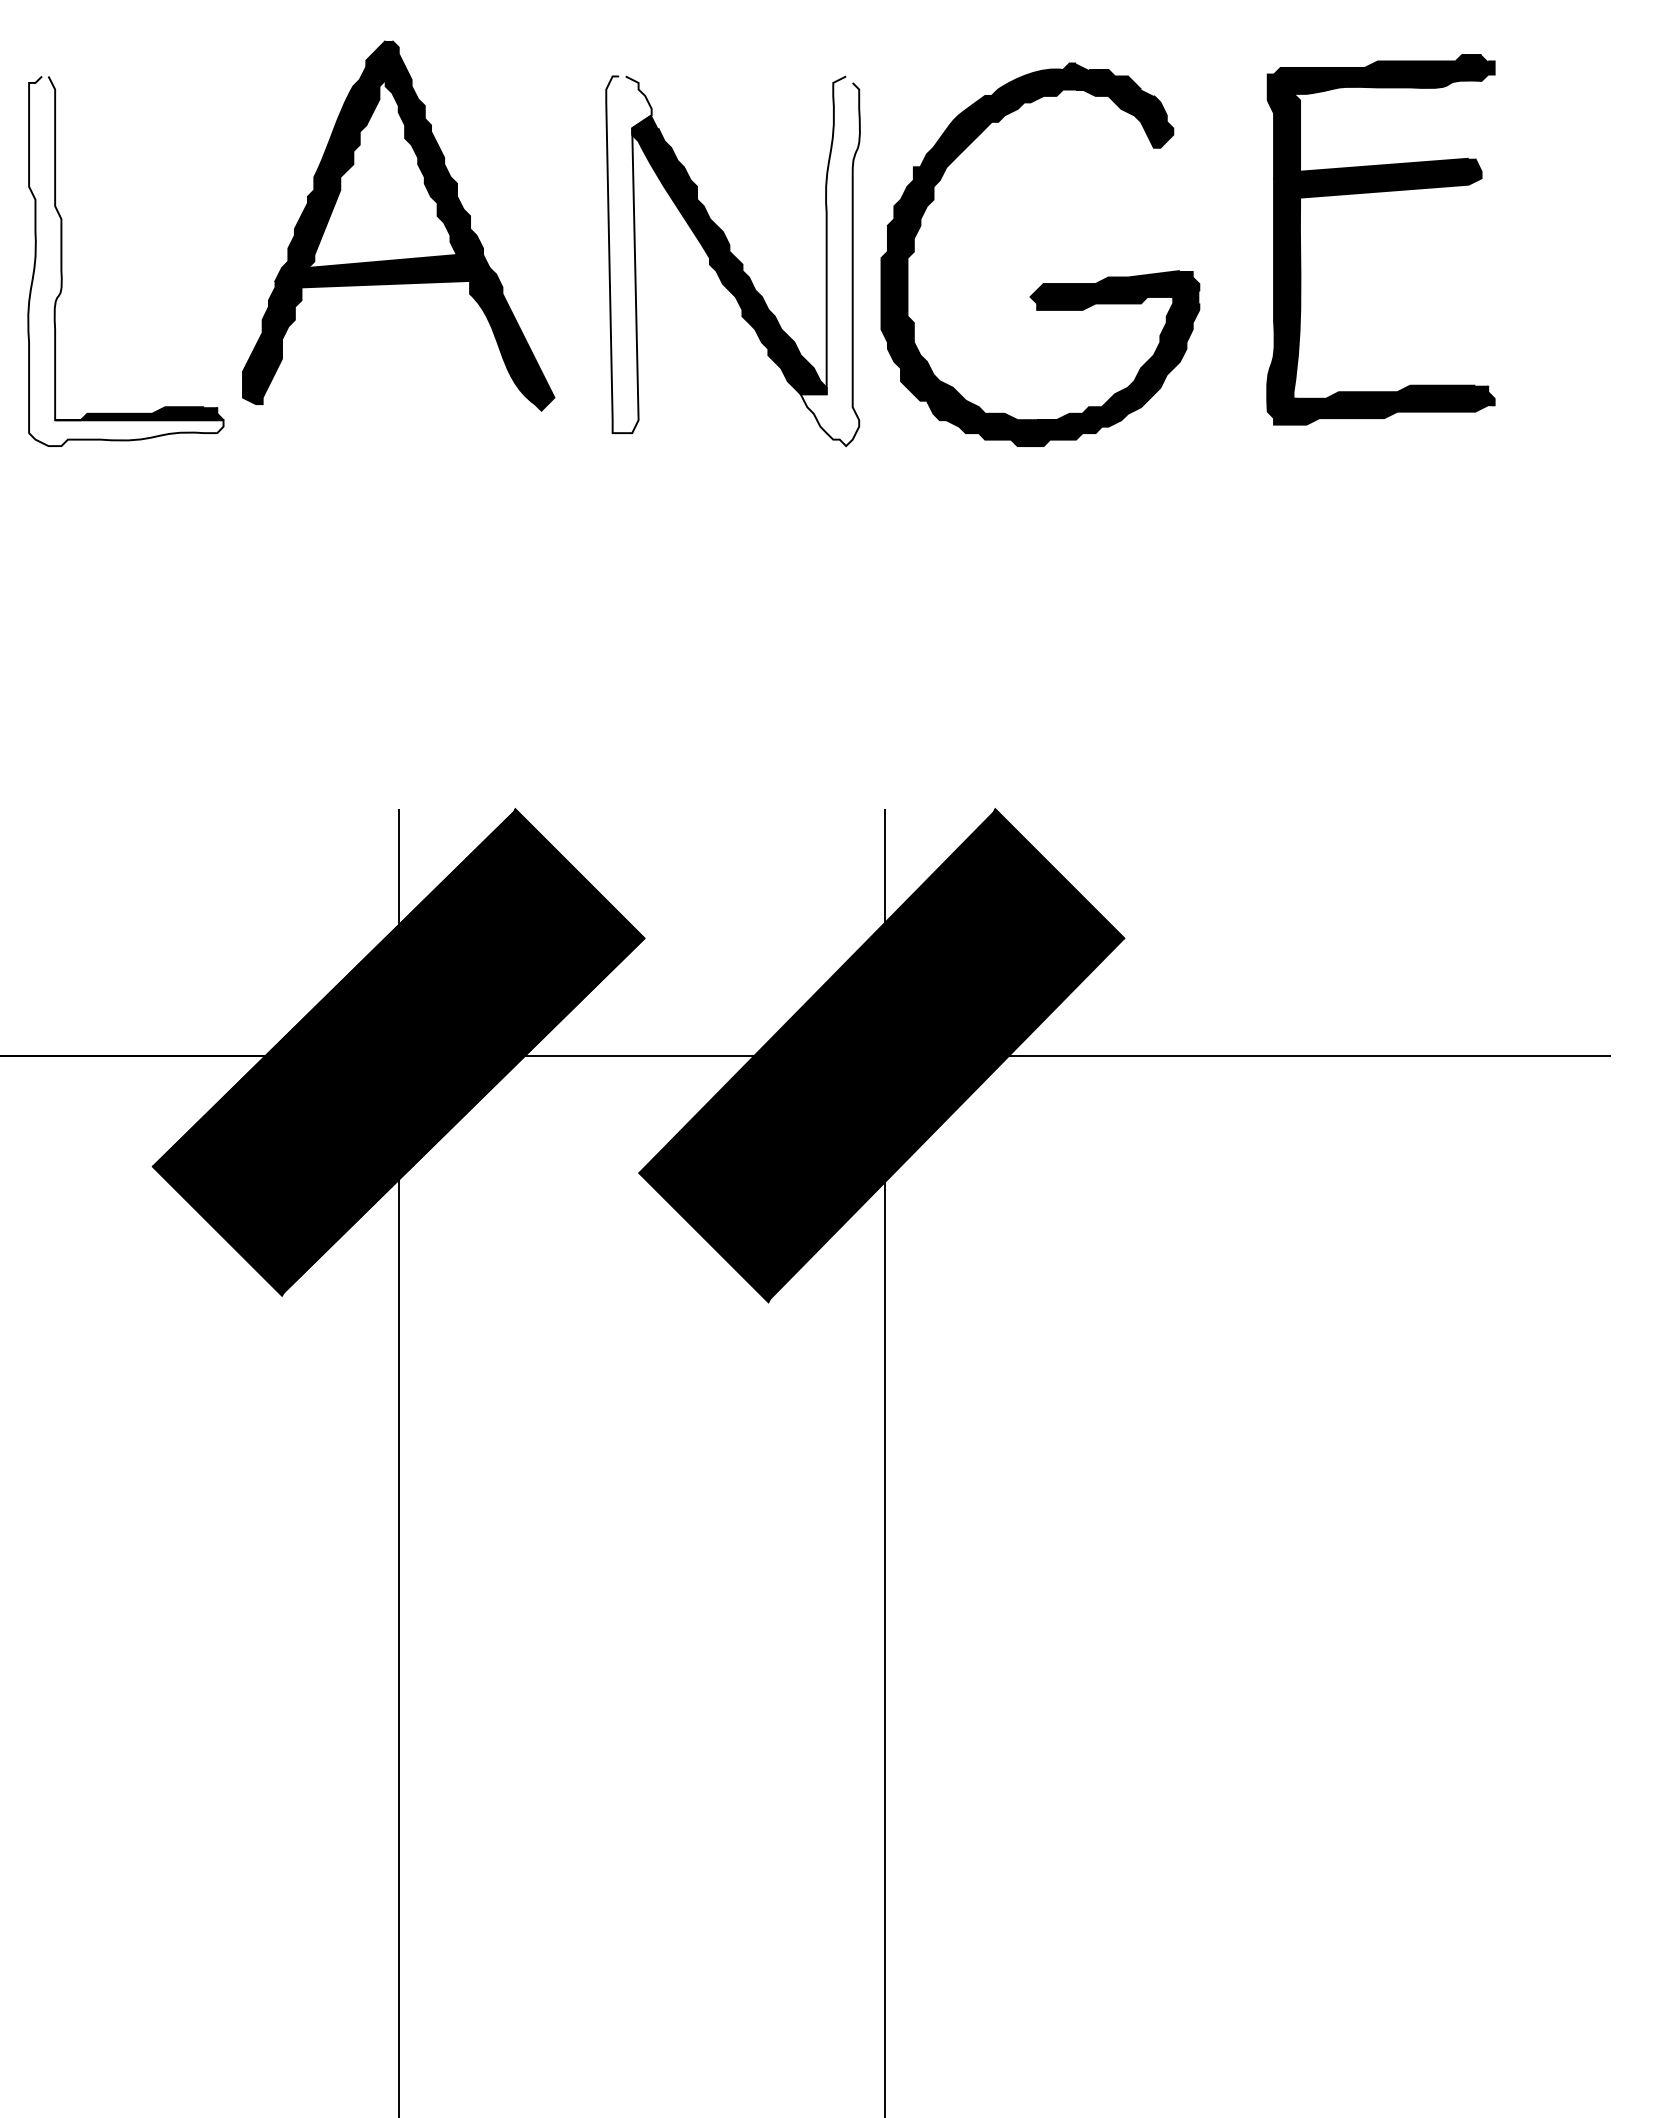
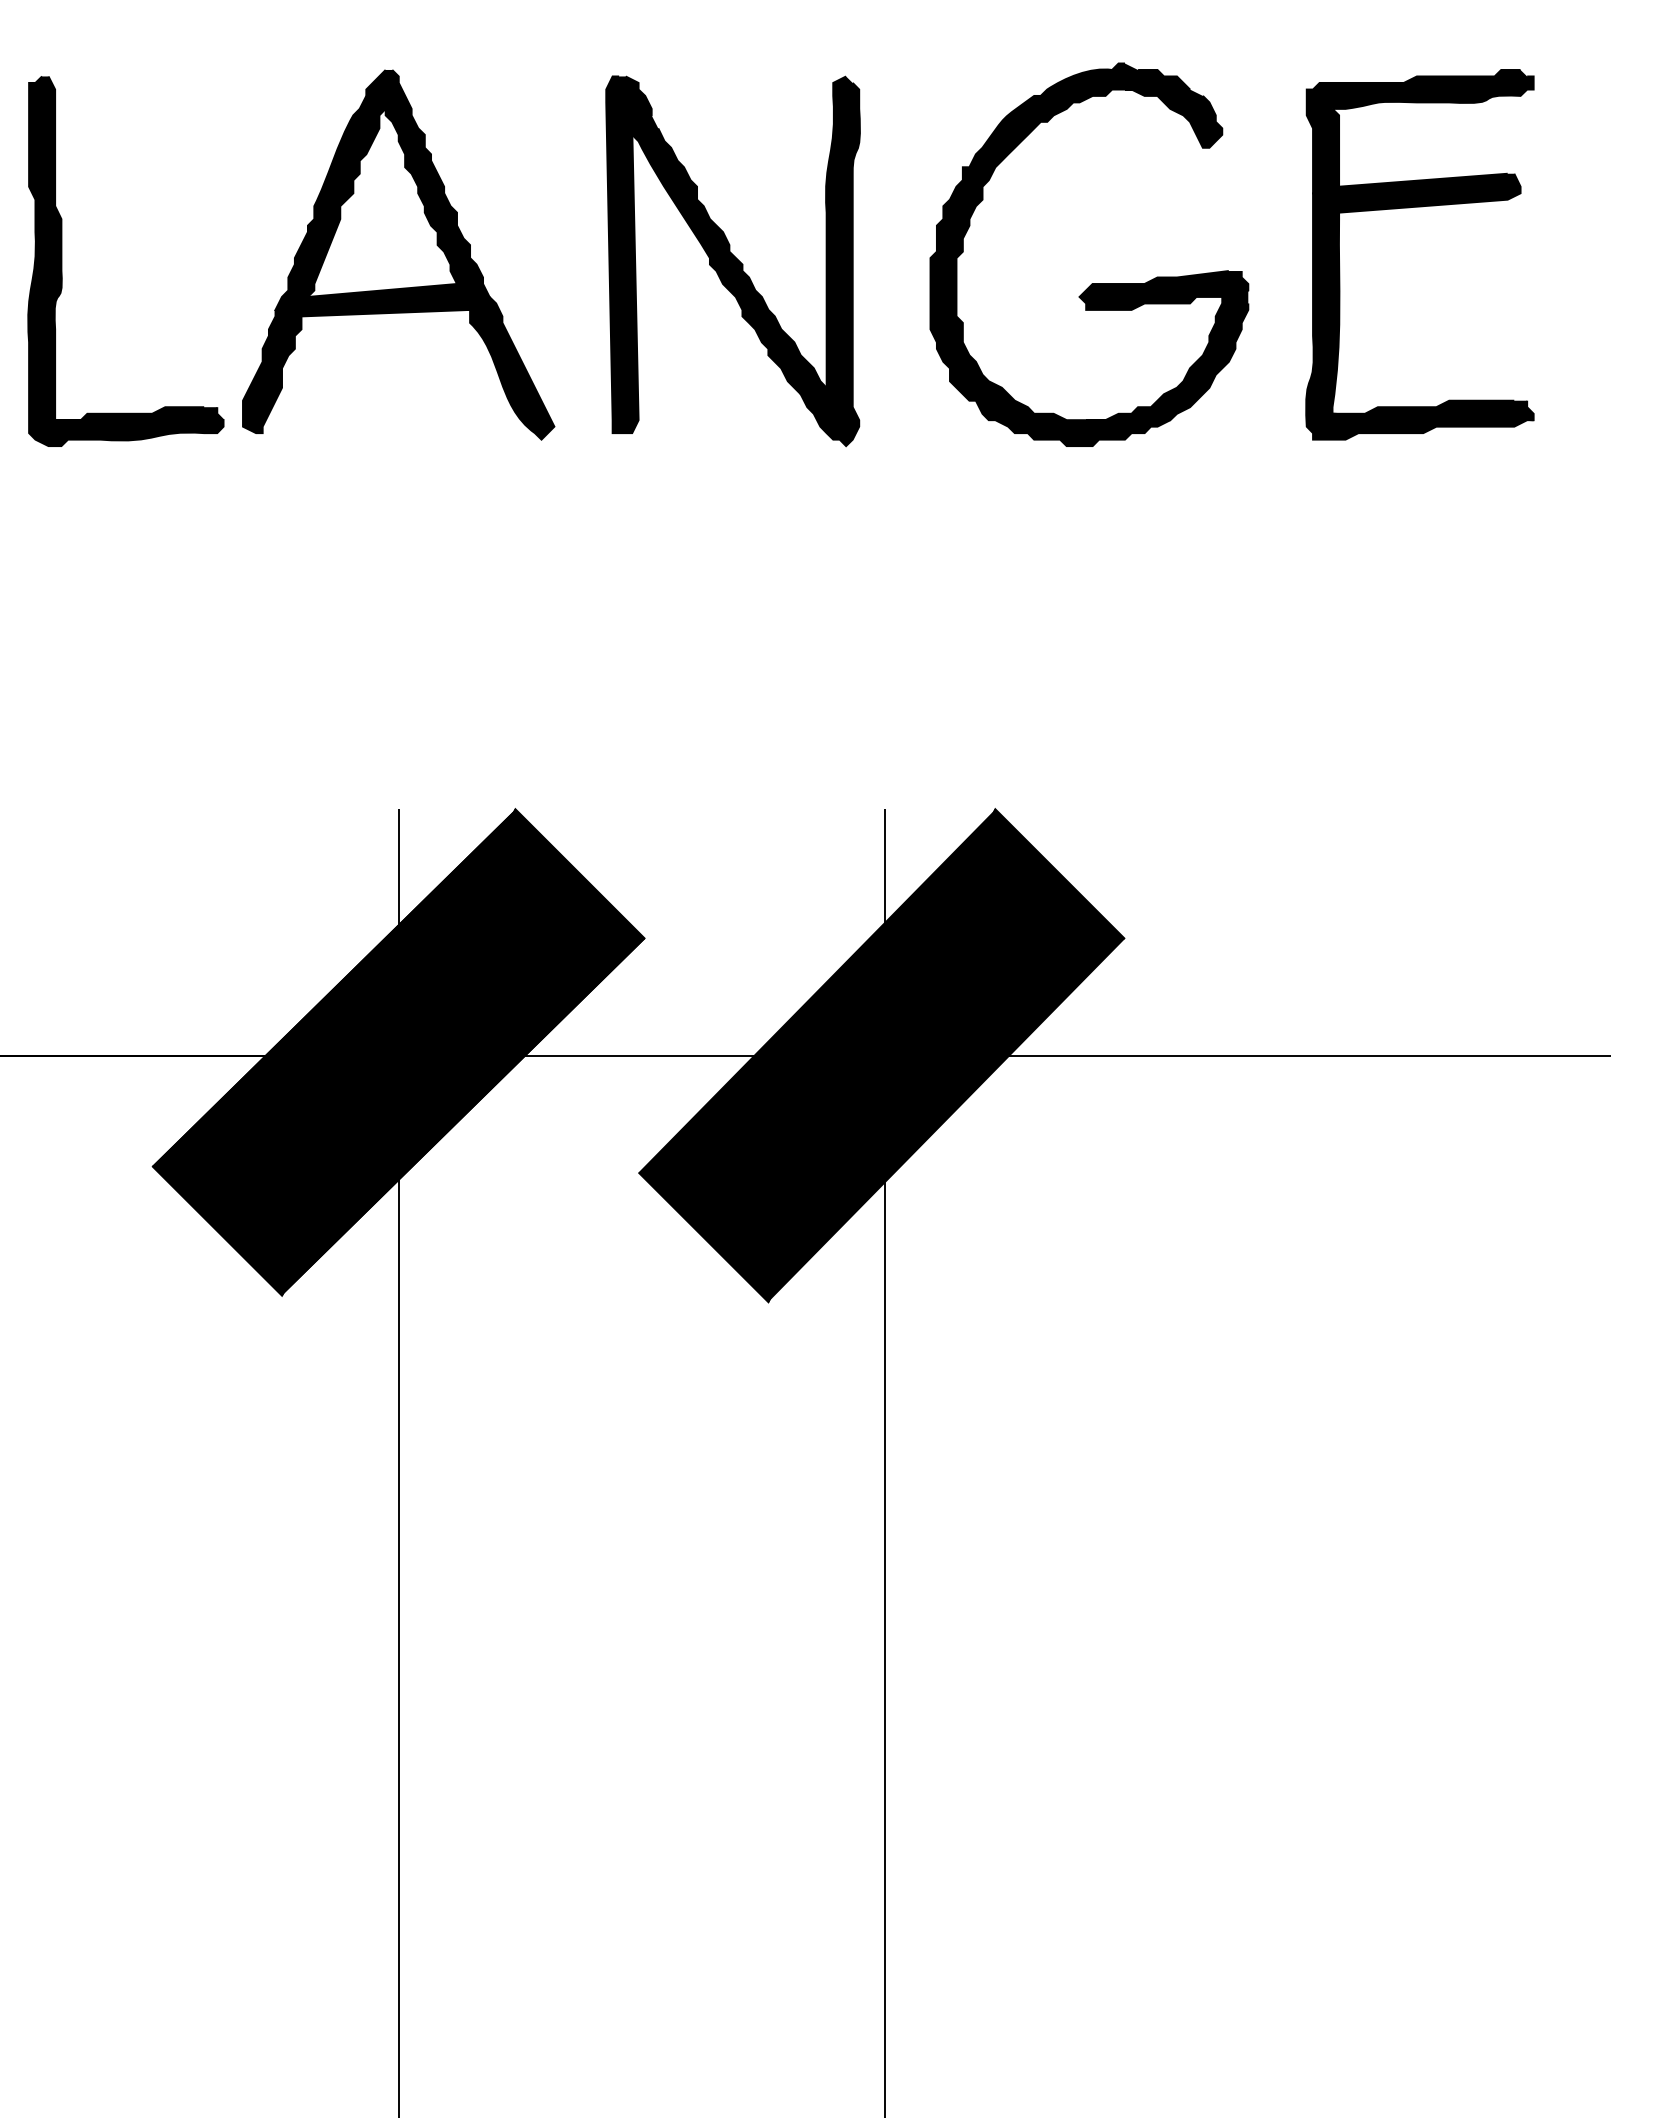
part at (1371, 193) position: (1371, 193) -> (1410, 208)
part at (398, 225) position: (398, 225) -> (398, 254)
fill at (628, 254): none -> present
fill at (125, 261): none -> present
fill at (829, 261): none -> present
part at (1042, 283) position: (1042, 283) -> (1091, 283)
